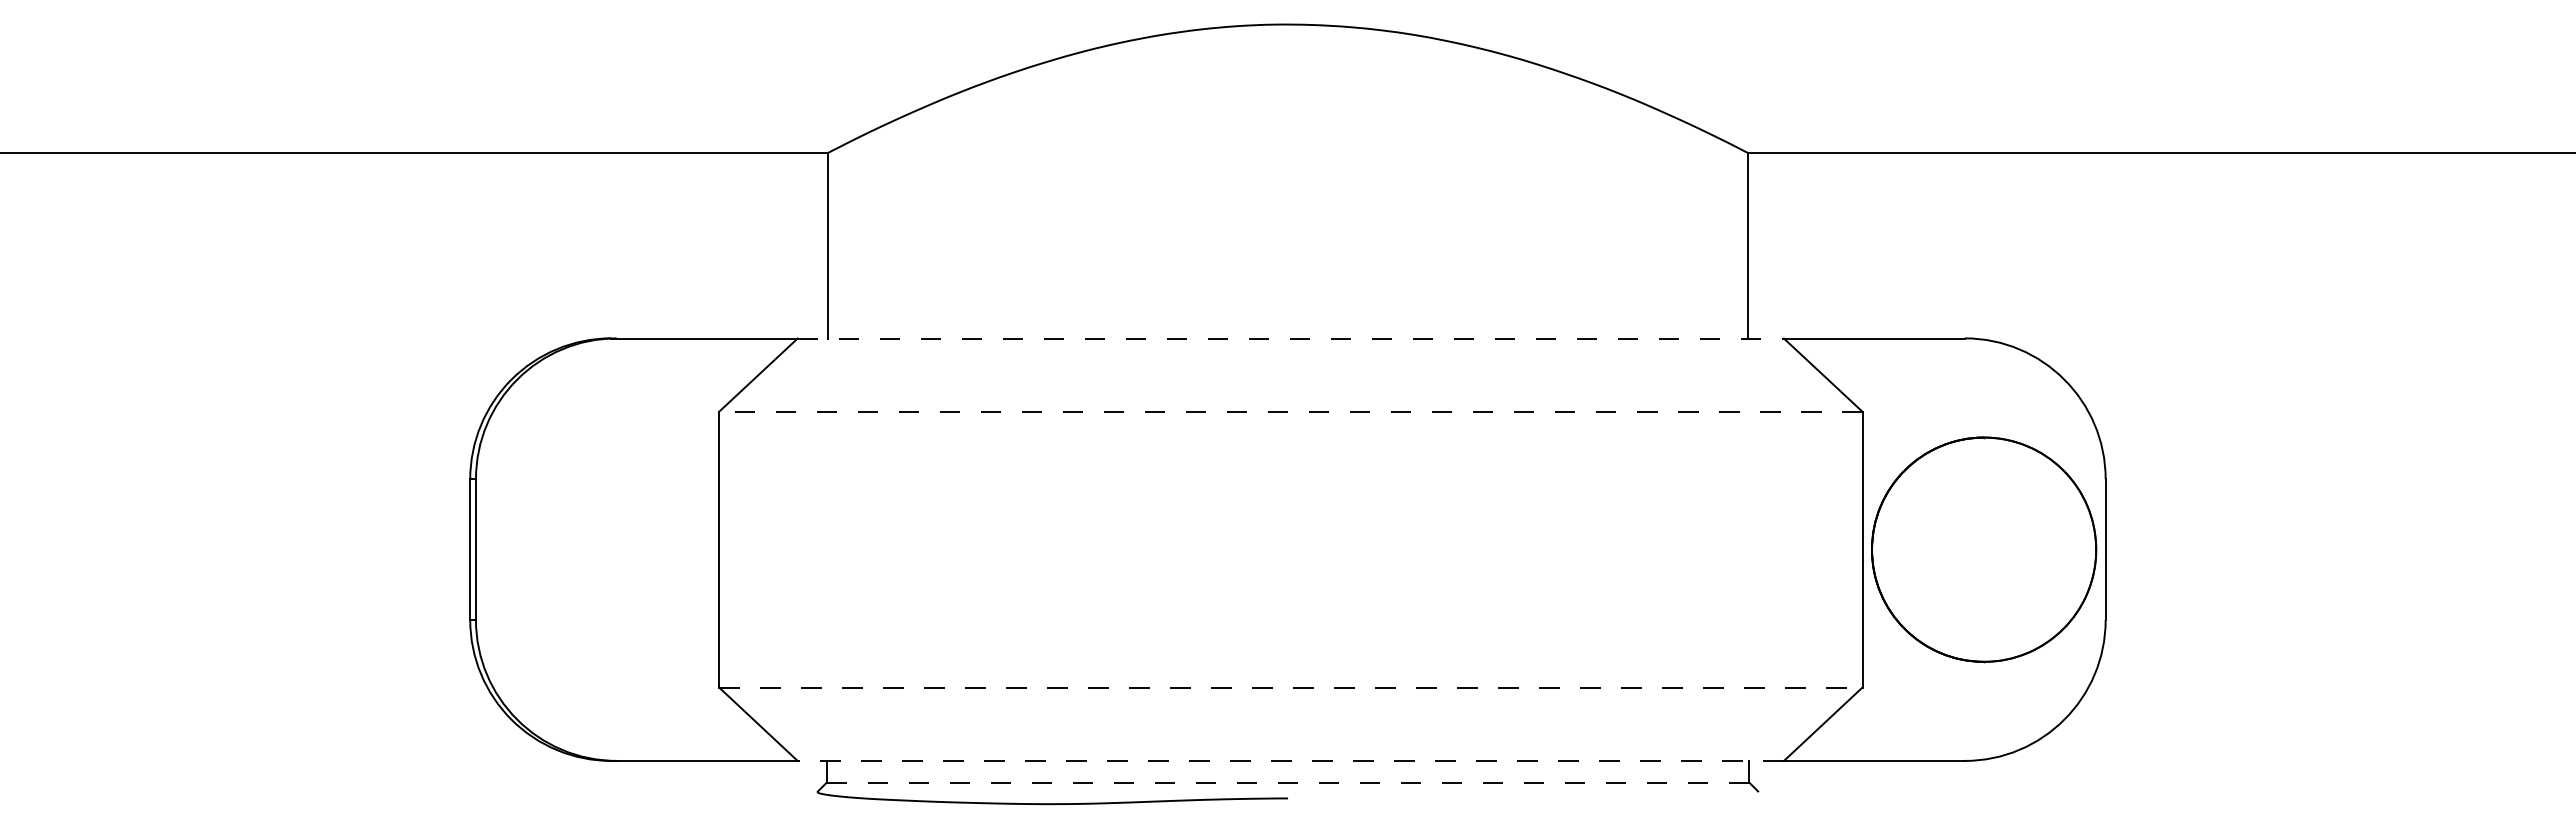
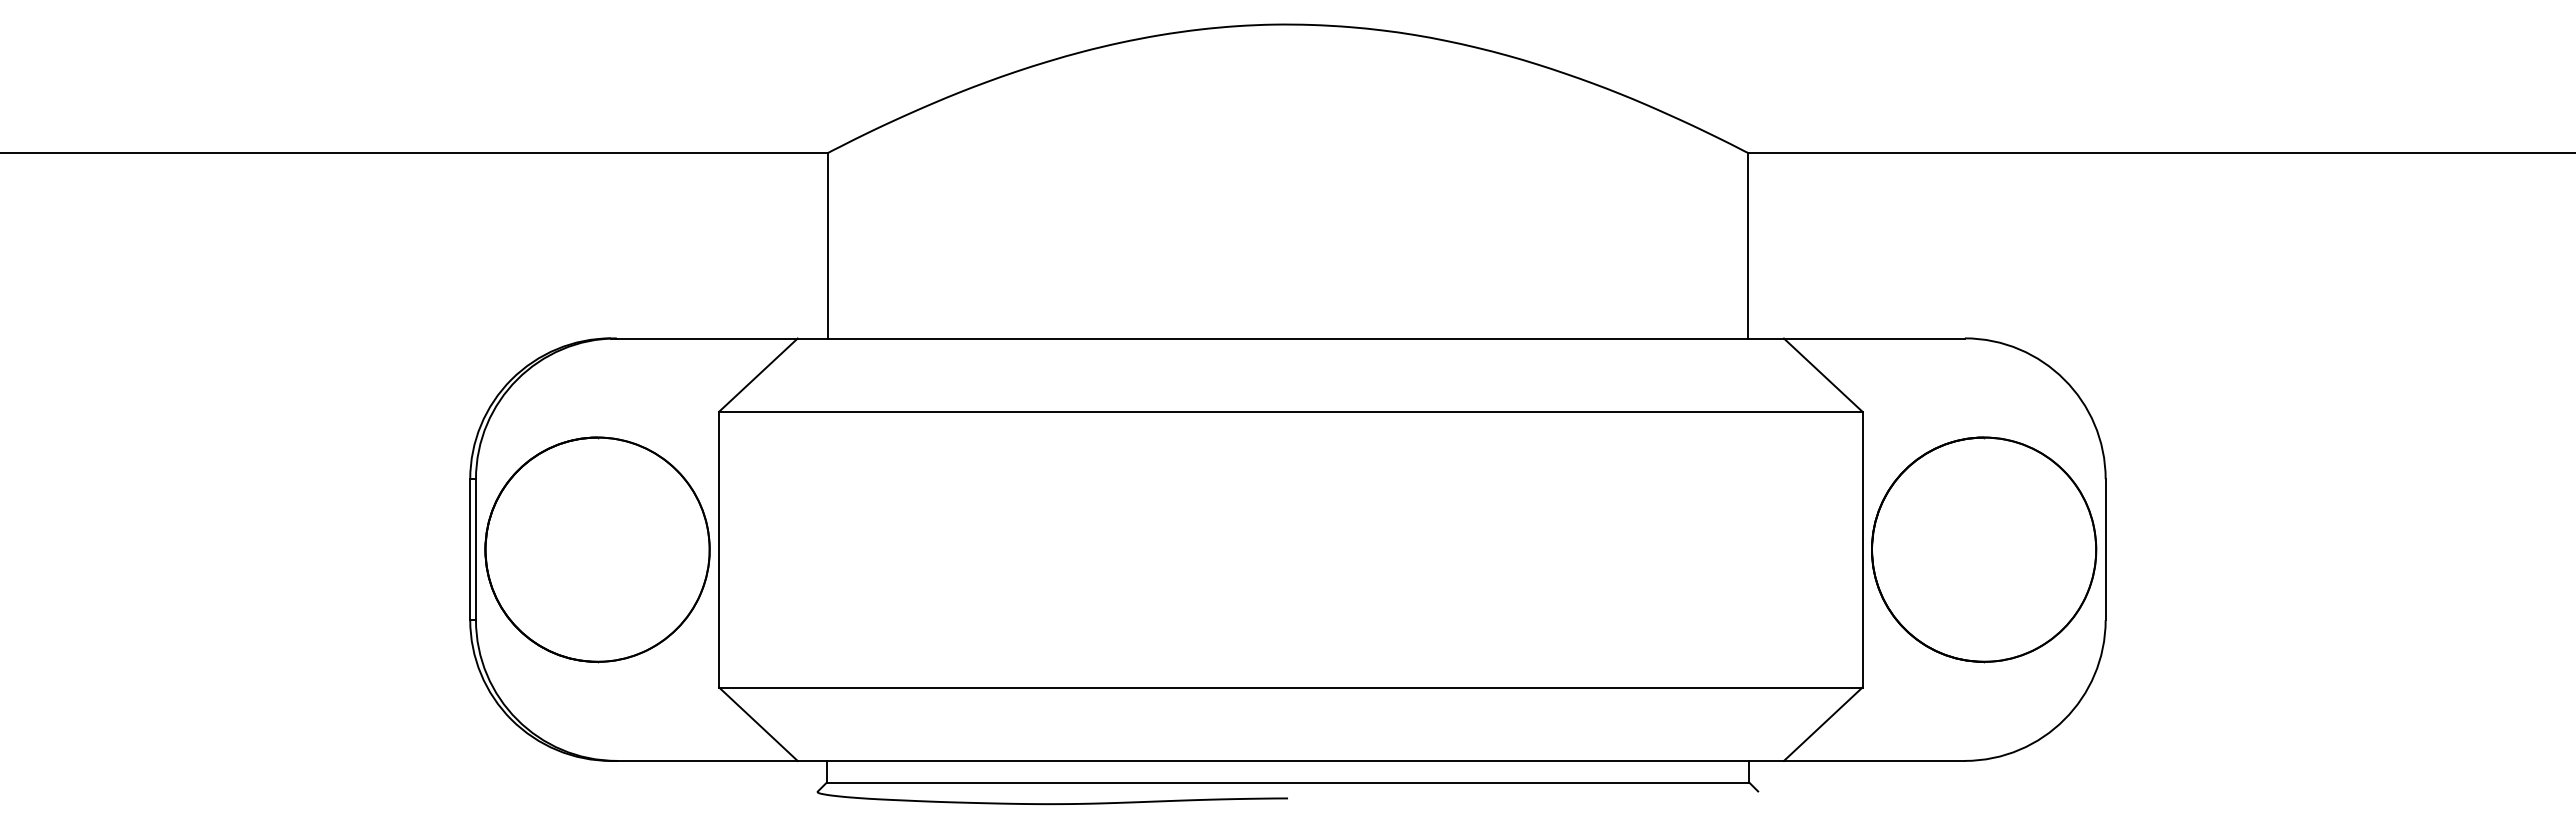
line at (1291, 338): dashed -> solid
line at (1290, 411): dashed -> solid
part at (597, 549): none -> present
line at (1290, 687): dashed -> solid
line at (1290, 760): dashed -> solid
line at (1288, 782): dashed -> solid
